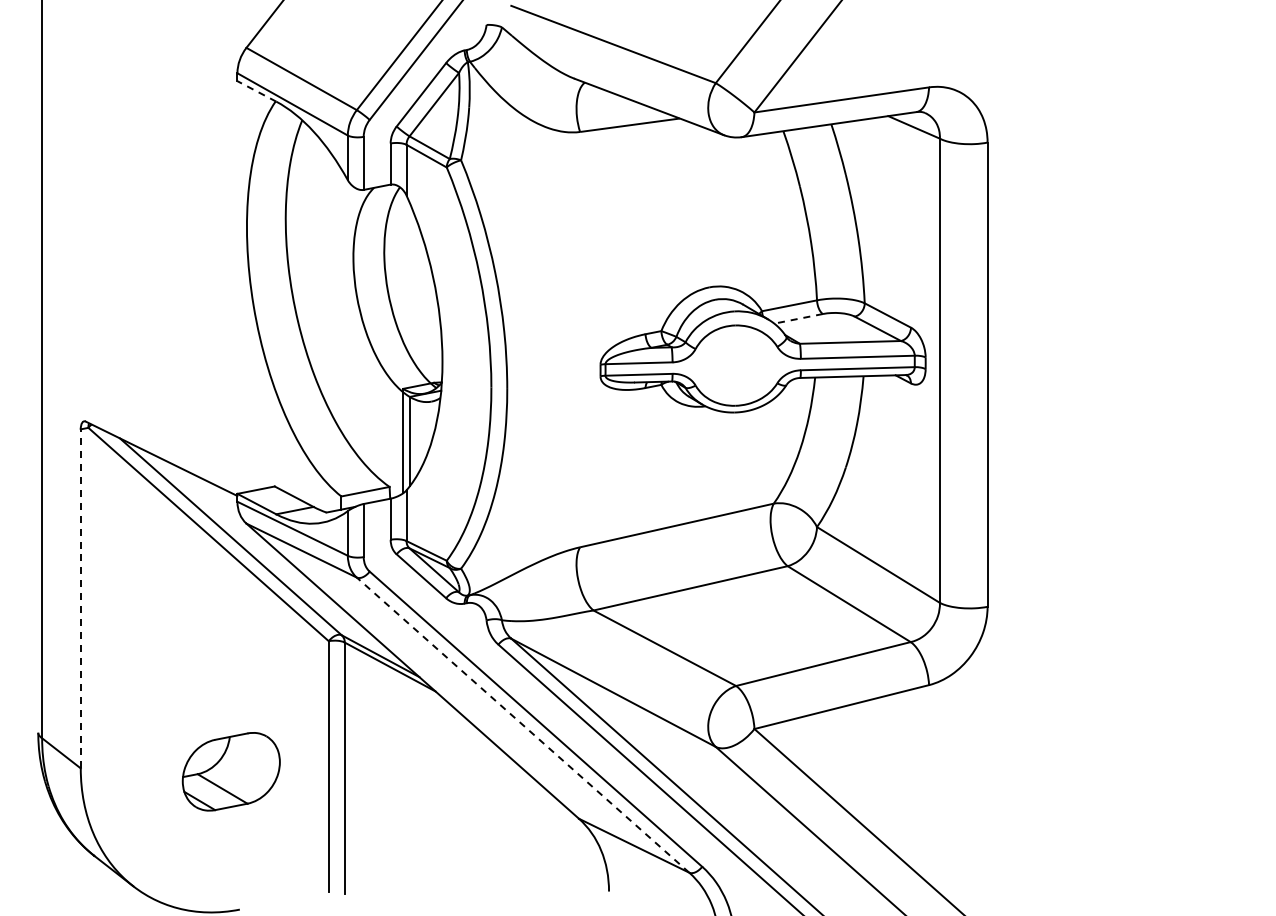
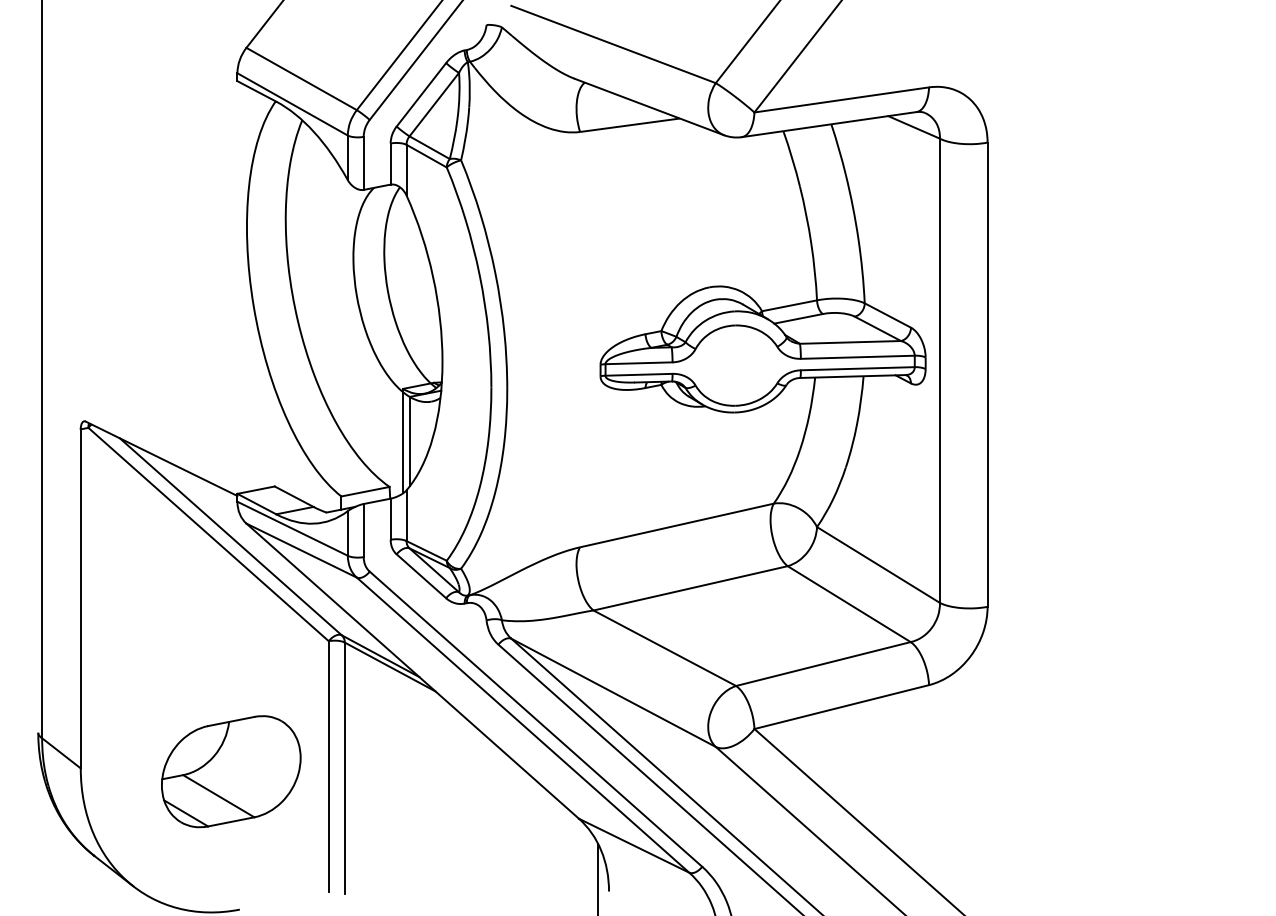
line at (256, 91): dashed -> solid
line at (798, 318): dashed -> solid
line at (80, 598): dashed -> solid
line at (522, 724): dashed -> solid
part at (230, 771) size: 100x80 px -> 141x114 px
line at (598, 877): none -> present
